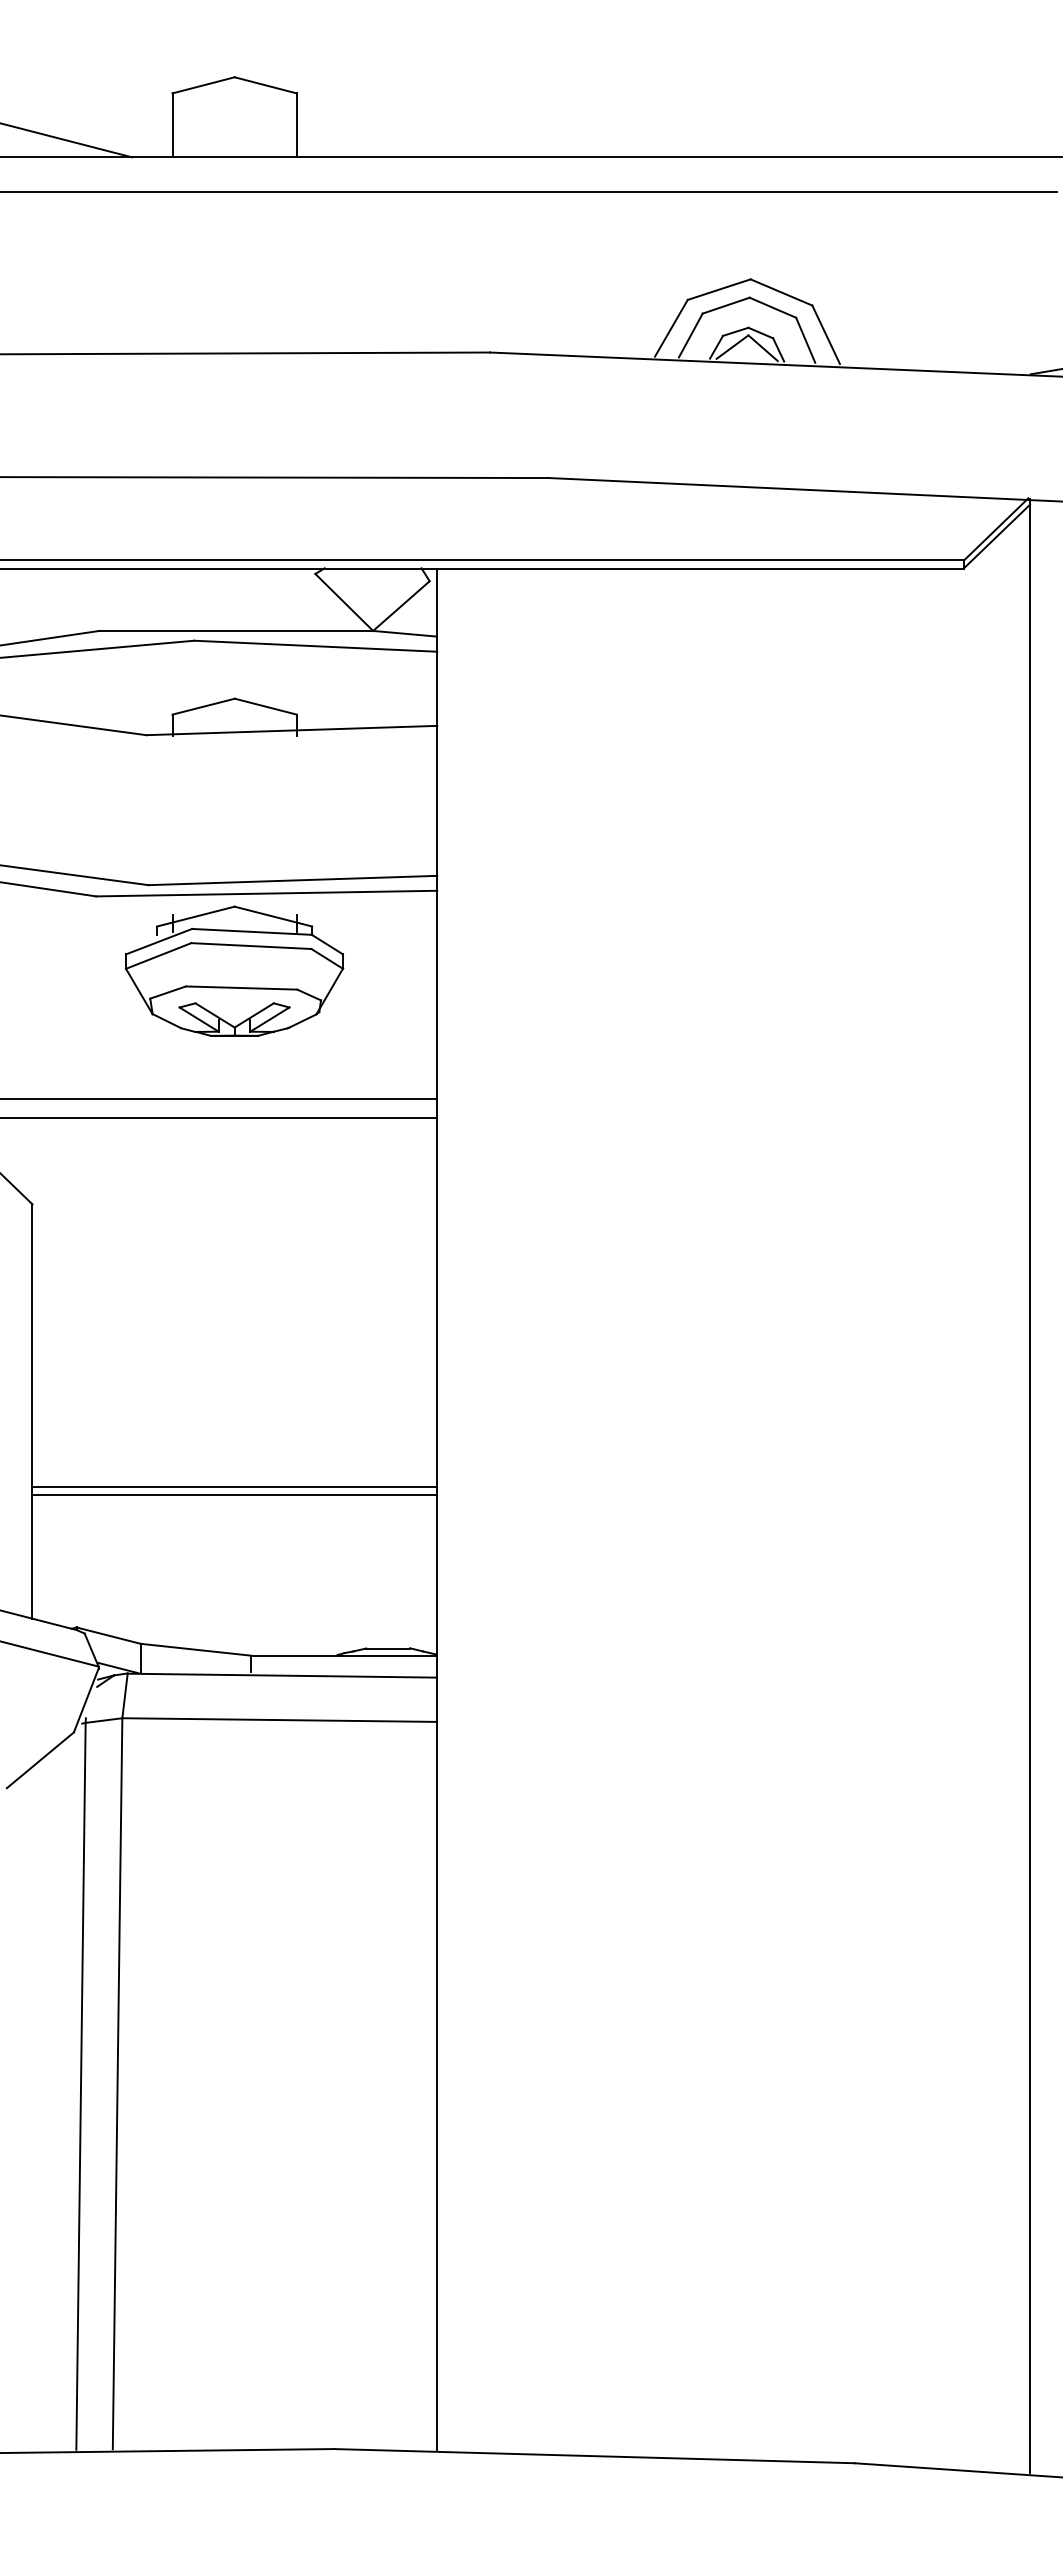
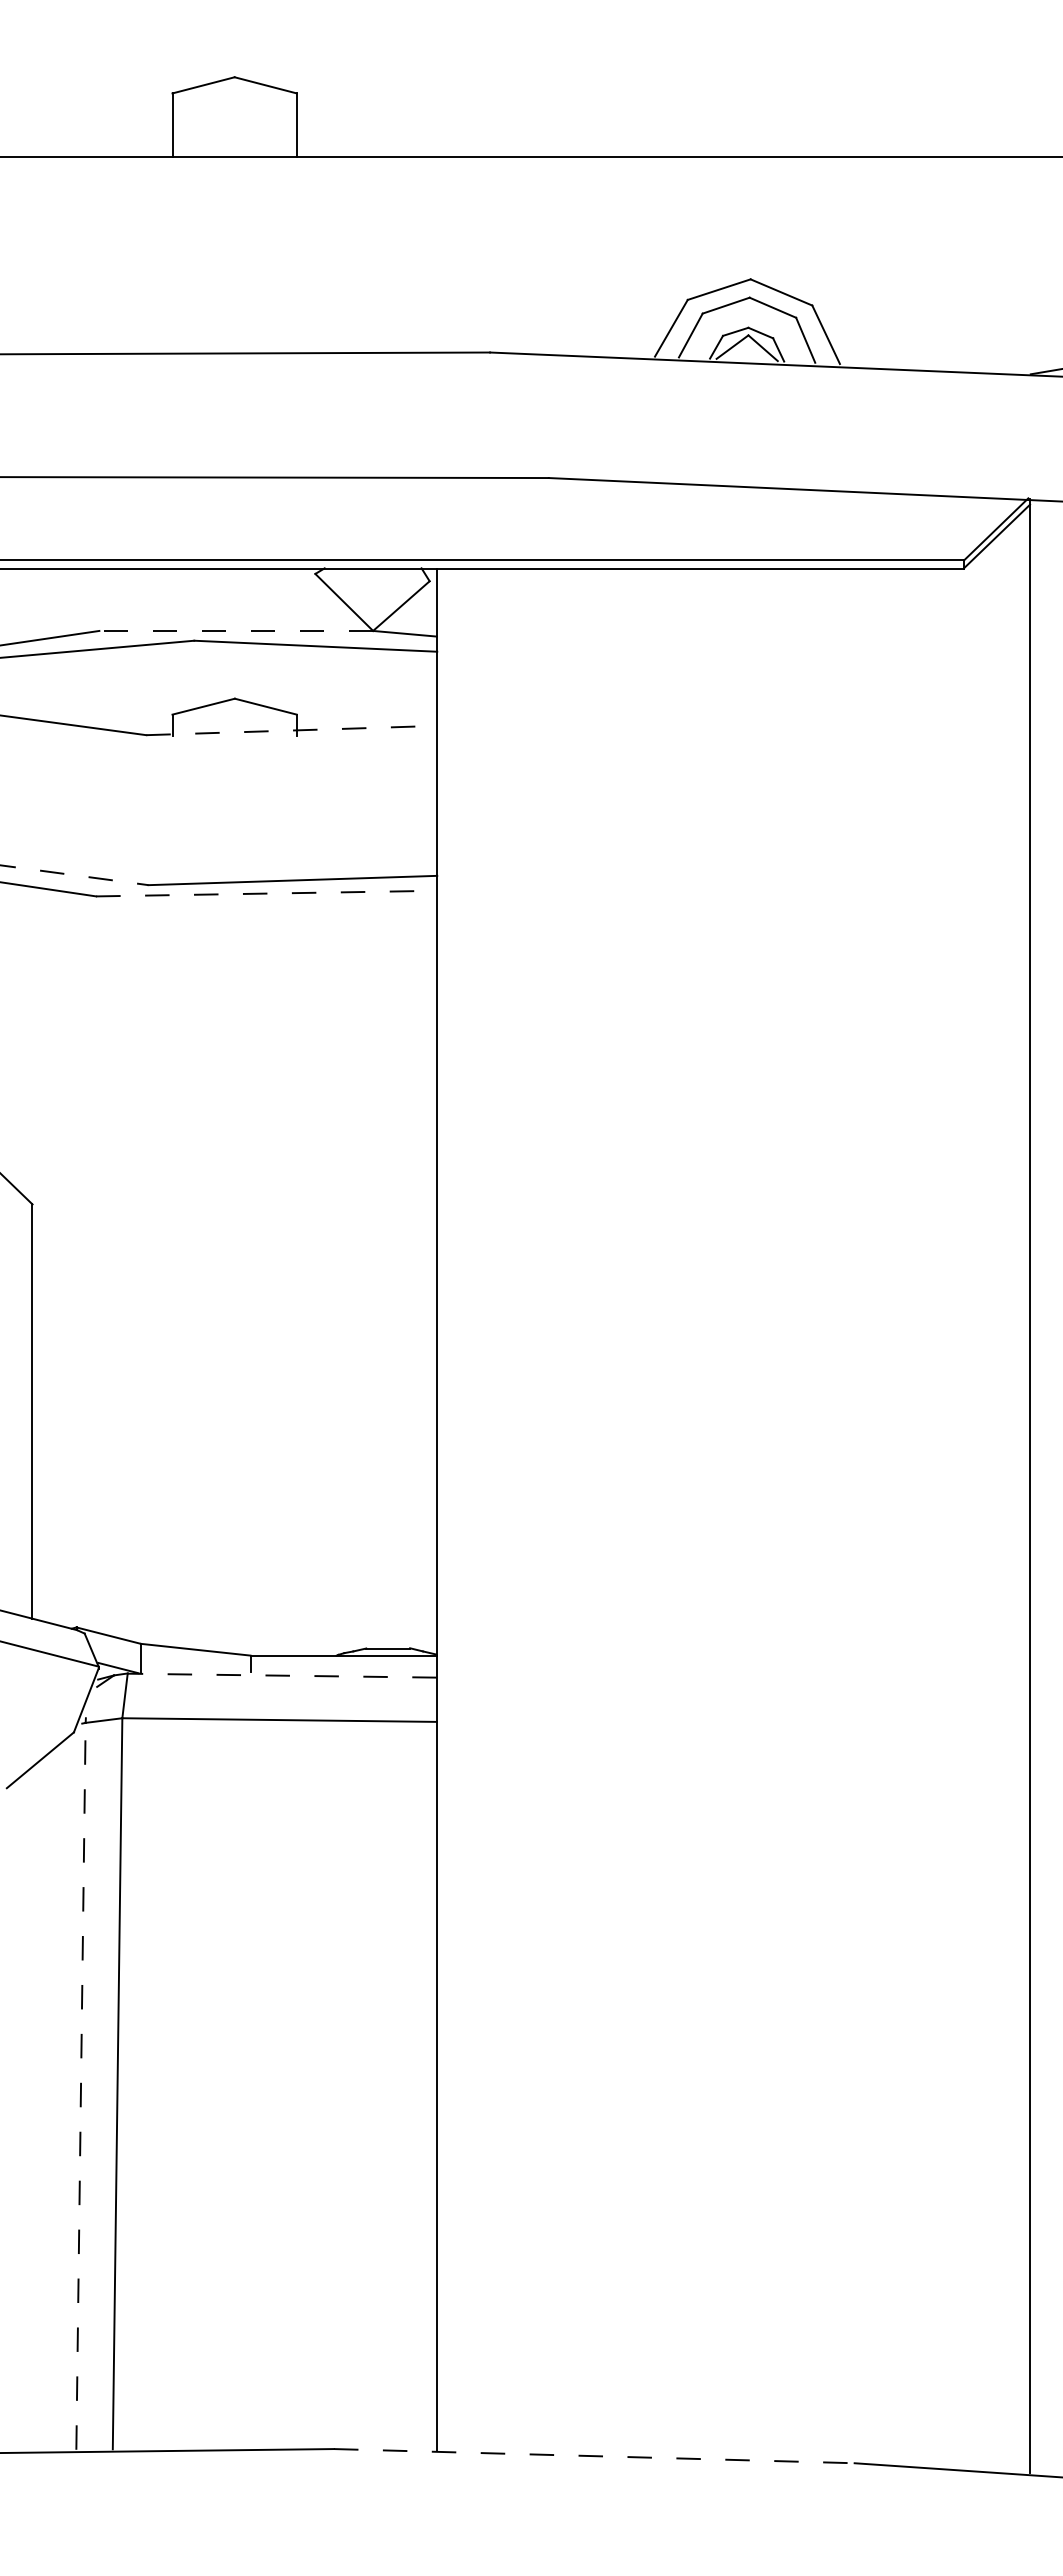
line at (66, 140): present -> none
line at (529, 191): present -> none
line at (236, 630): solid -> dashed
line at (291, 730): solid -> dashed
line at (74, 875): solid -> dashed
line at (266, 893): solid -> dashed
part at (234, 970): present -> none
line at (219, 1098): present -> none
line at (219, 1117): present -> none
line at (234, 1486): present -> none
line at (234, 1494): present -> none
line at (282, 1675): solid -> dashed
line at (81, 2085): solid -> dashed
line at (594, 2456): solid -> dashed
